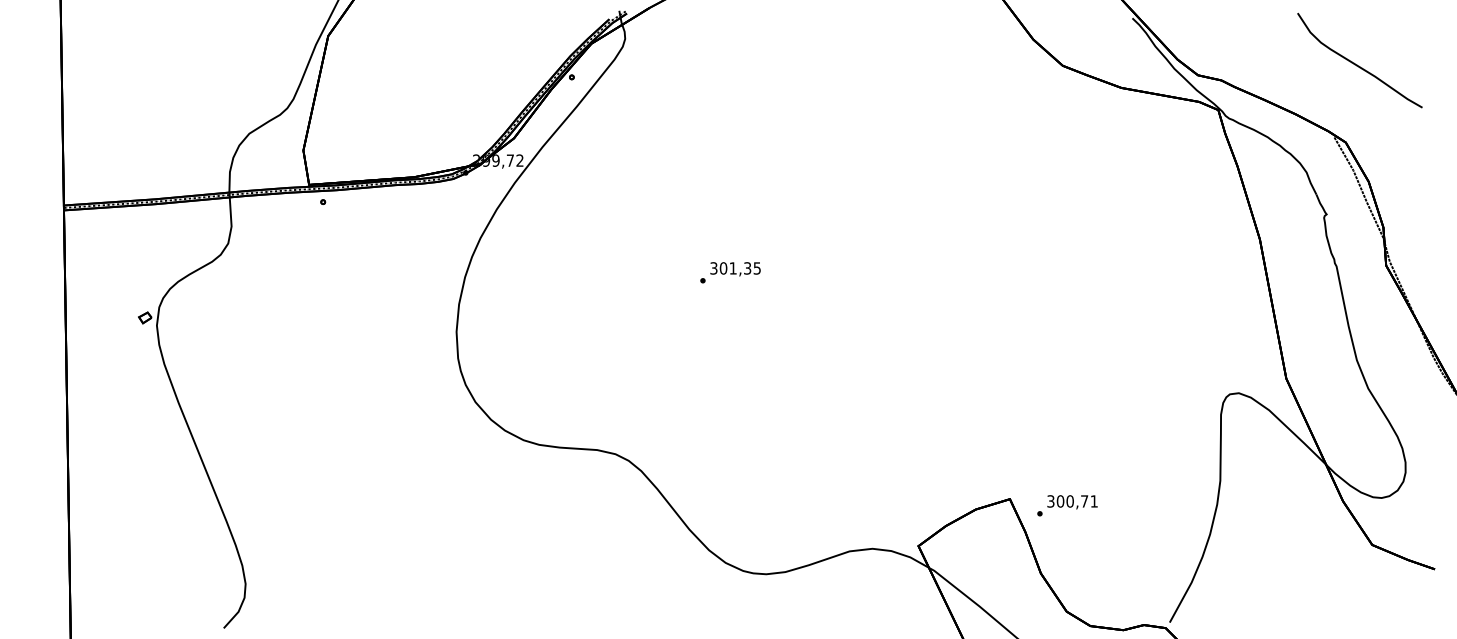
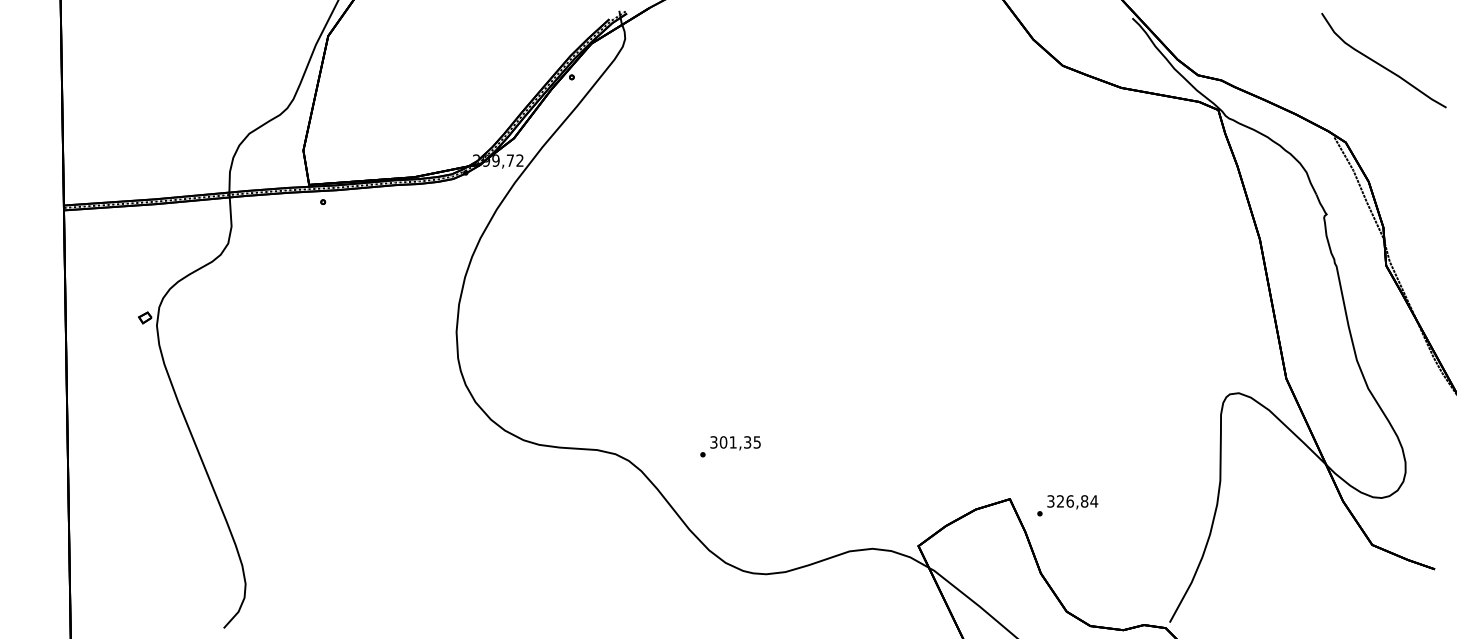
curve at (1357, 64) position: (1357, 64) -> (1381, 64)
text at (730, 272) position: (730, 272) -> (730, 446)
text at (1077, 501): 300,71 -> 326,84
